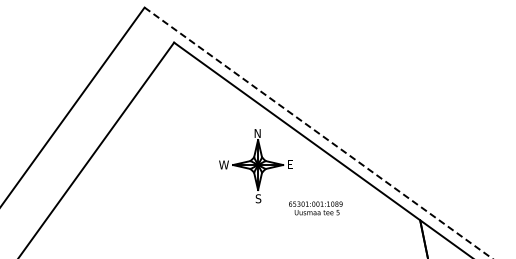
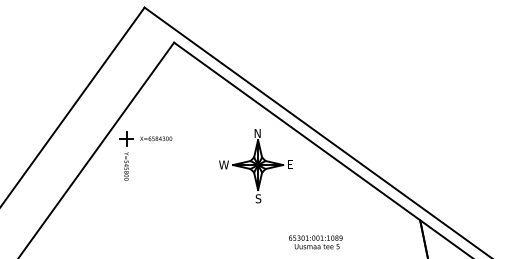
line at (318, 133): dashed -> solid
part at (143, 140): none -> present
text at (315, 208) position: (315, 208) -> (315, 242)
